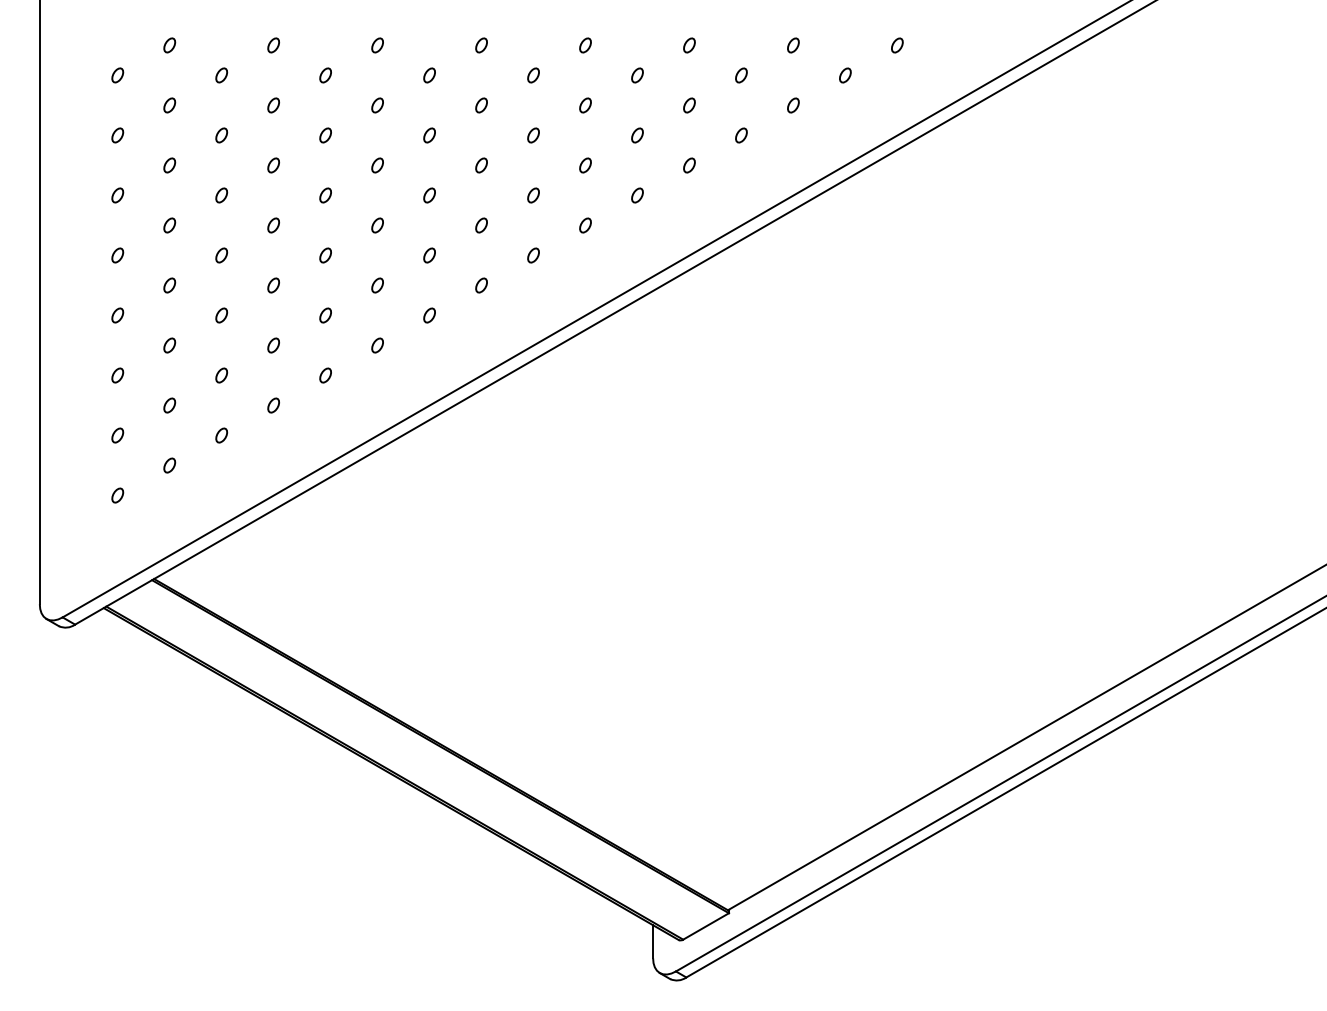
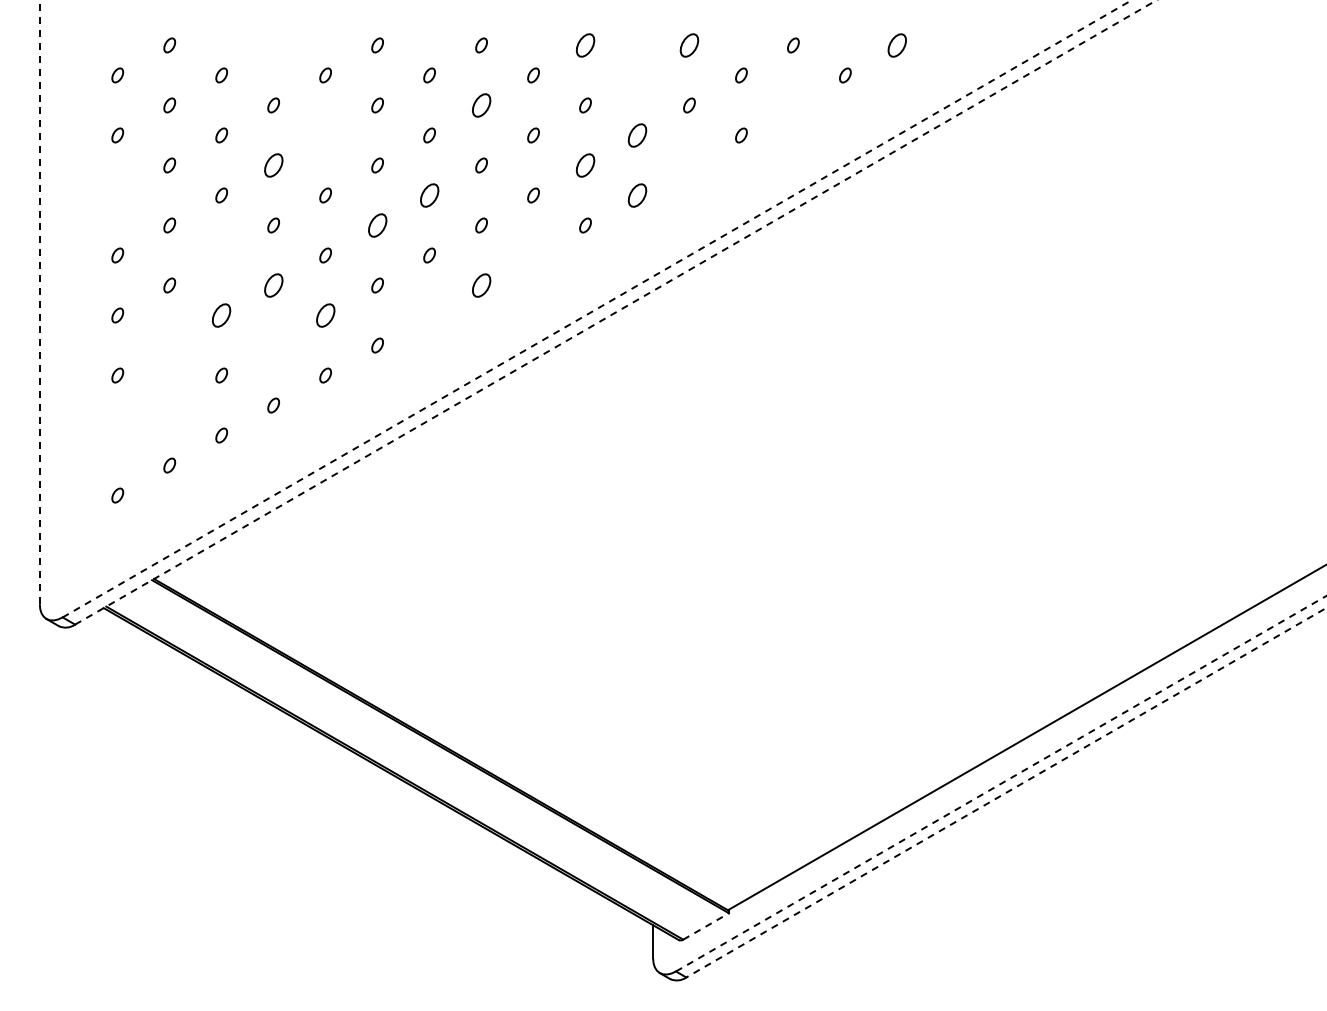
part at (273, 45): present -> none
part at (585, 45) size: 13x17 px -> 21x25 px
part at (689, 45) size: 13x17 px -> 21x25 px
part at (897, 45) size: 13x17 px -> 20x25 px
part at (637, 75): present -> none
part at (481, 105) size: 13x17 px -> 20x25 px
part at (793, 105): present -> none
part at (325, 135): present -> none
part at (637, 135) size: 13x17 px -> 21x25 px
part at (273, 165) size: 13x17 px -> 20x25 px
part at (585, 165) size: 13x17 px -> 21x25 px
part at (689, 165): present -> none
part at (117, 195): present -> none
part at (429, 195) size: 13x17 px -> 20x25 px
part at (637, 195) size: 13x17 px -> 21x25 px
part at (377, 225) size: 13x17 px -> 20x25 px
part at (221, 255): present -> none
part at (533, 255): present -> none
part at (273, 285) size: 13x17 px -> 20x25 px
part at (481, 285) size: 13x17 px -> 20x25 px
line at (39, 302): solid -> dashed
line at (597, 308): solid -> dashed
line at (616, 312): solid -> dashed
part at (221, 315) size: 14x17 px -> 21x25 px
part at (325, 315) size: 13x17 px -> 20x25 px
part at (429, 315): present -> none
part at (169, 345): present -> none
part at (273, 345): present -> none
part at (169, 405): present -> none
part at (117, 435): present -> none
line at (1001, 783): solid -> dashed
line at (1005, 793): solid -> dashed
line at (706, 926): solid -> dashed
